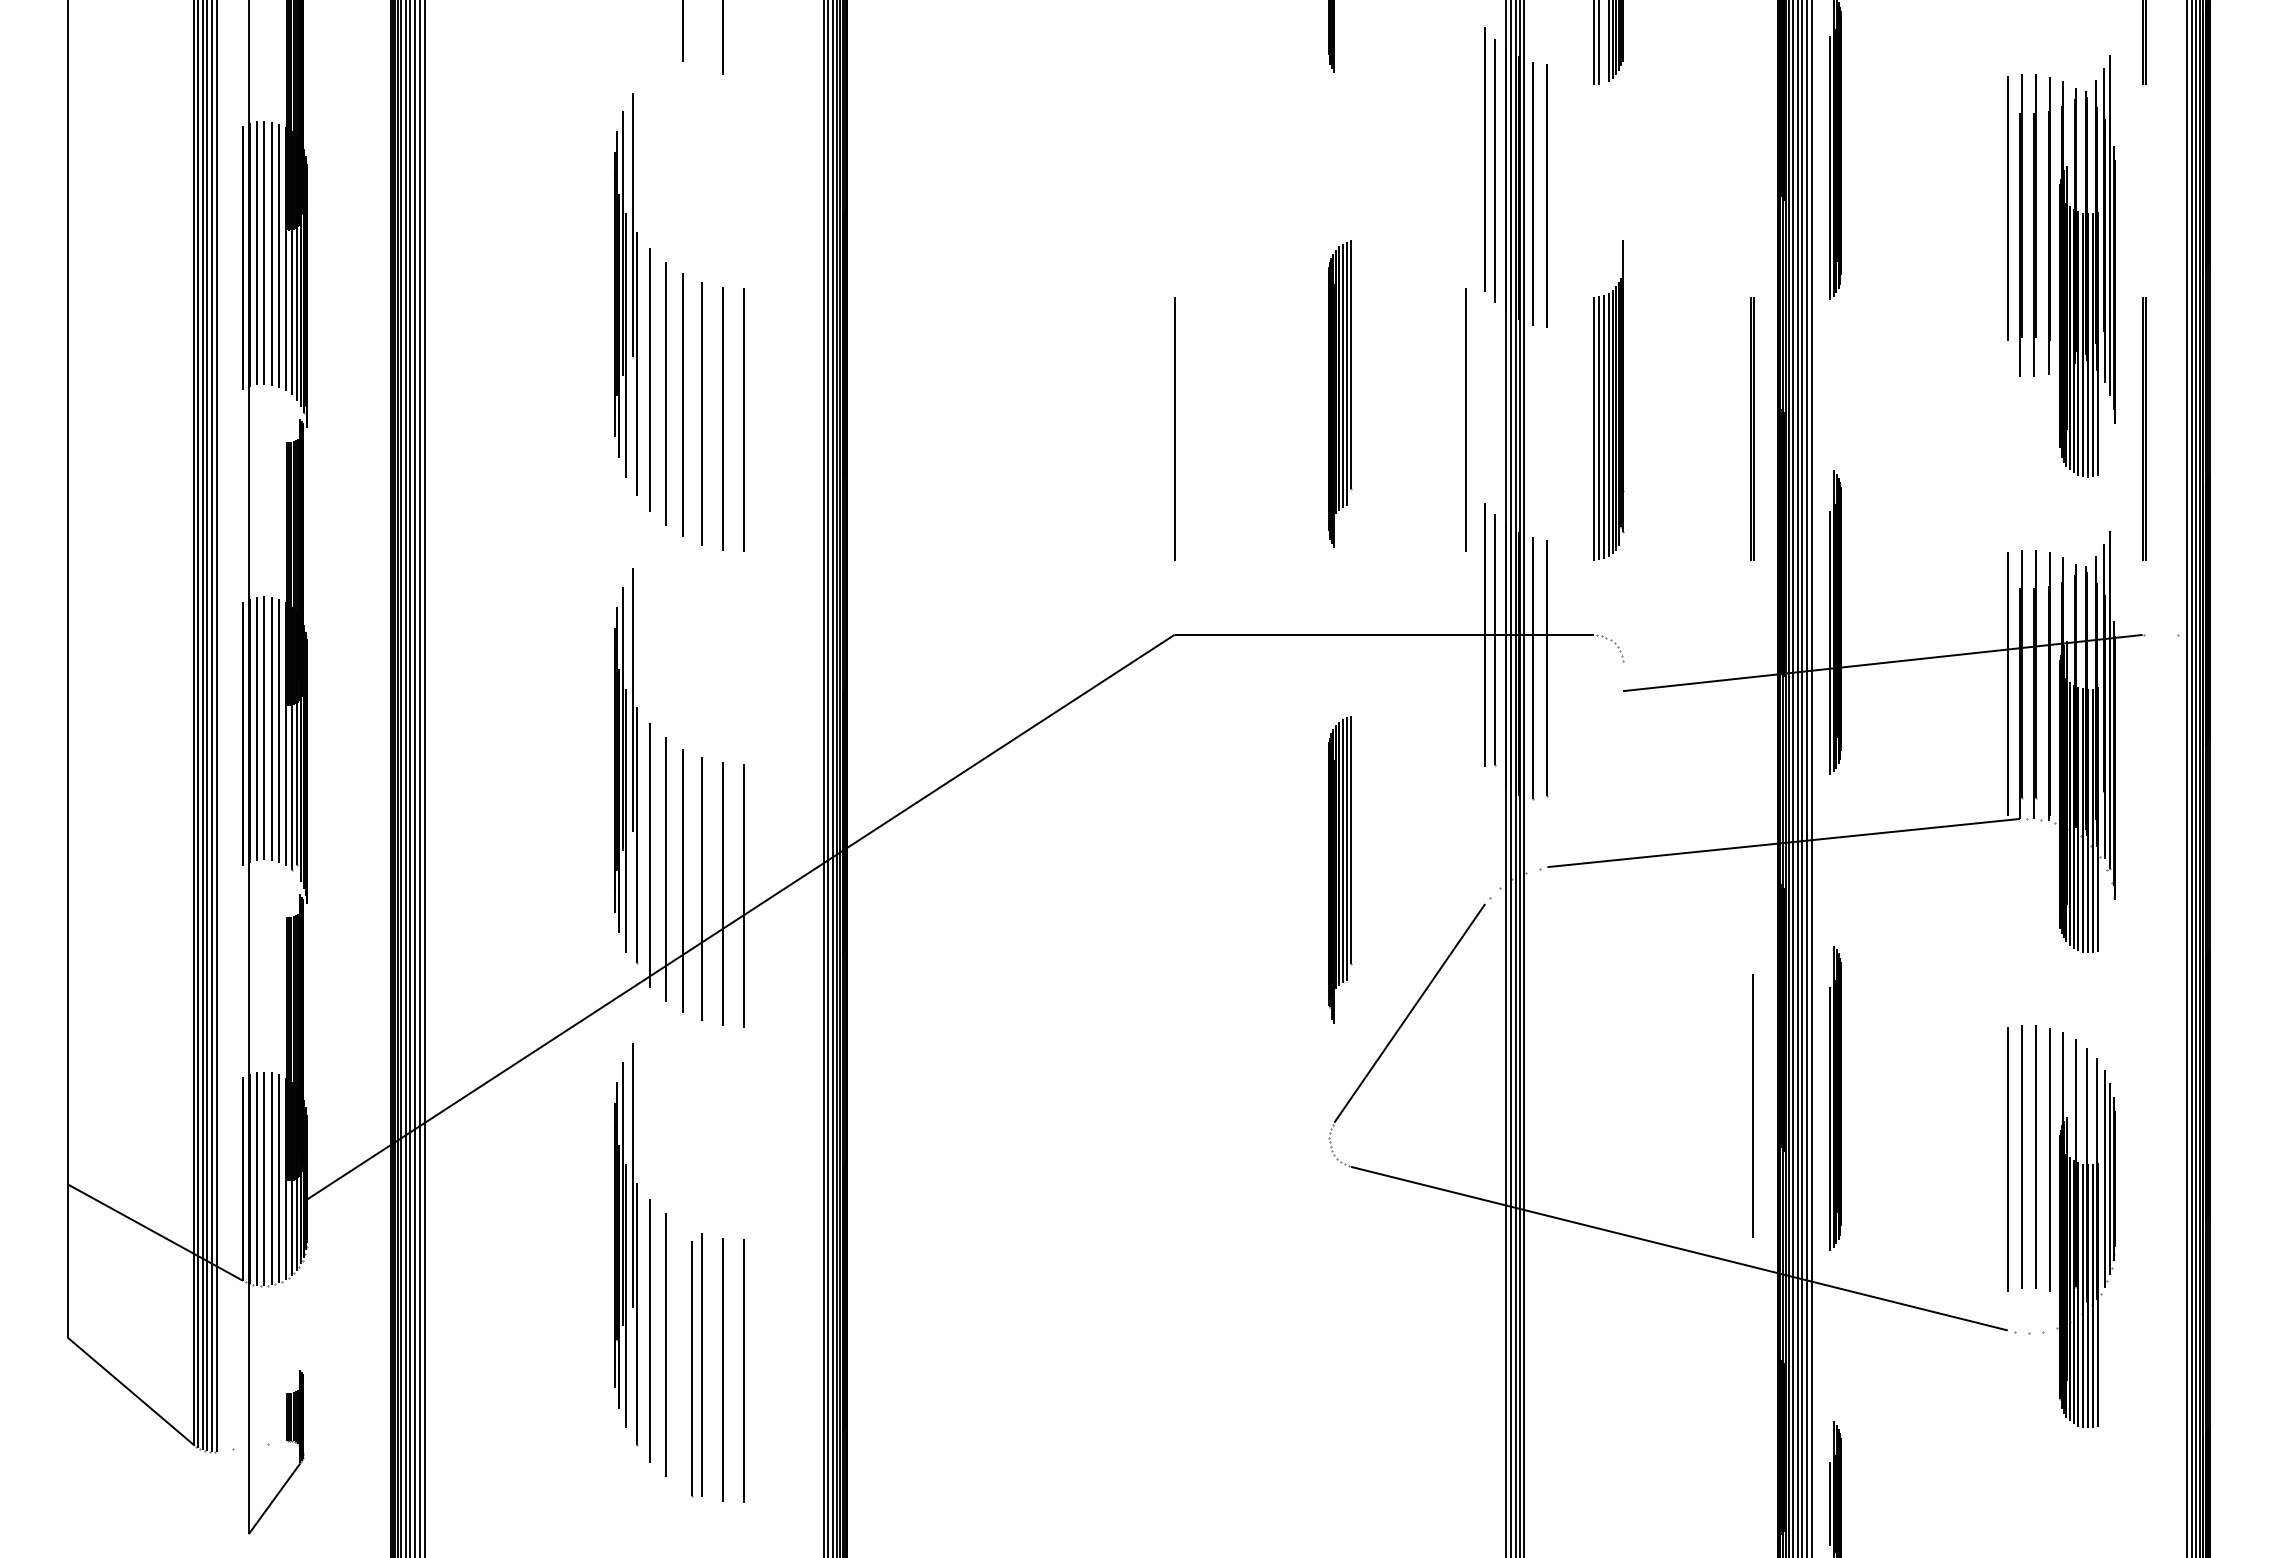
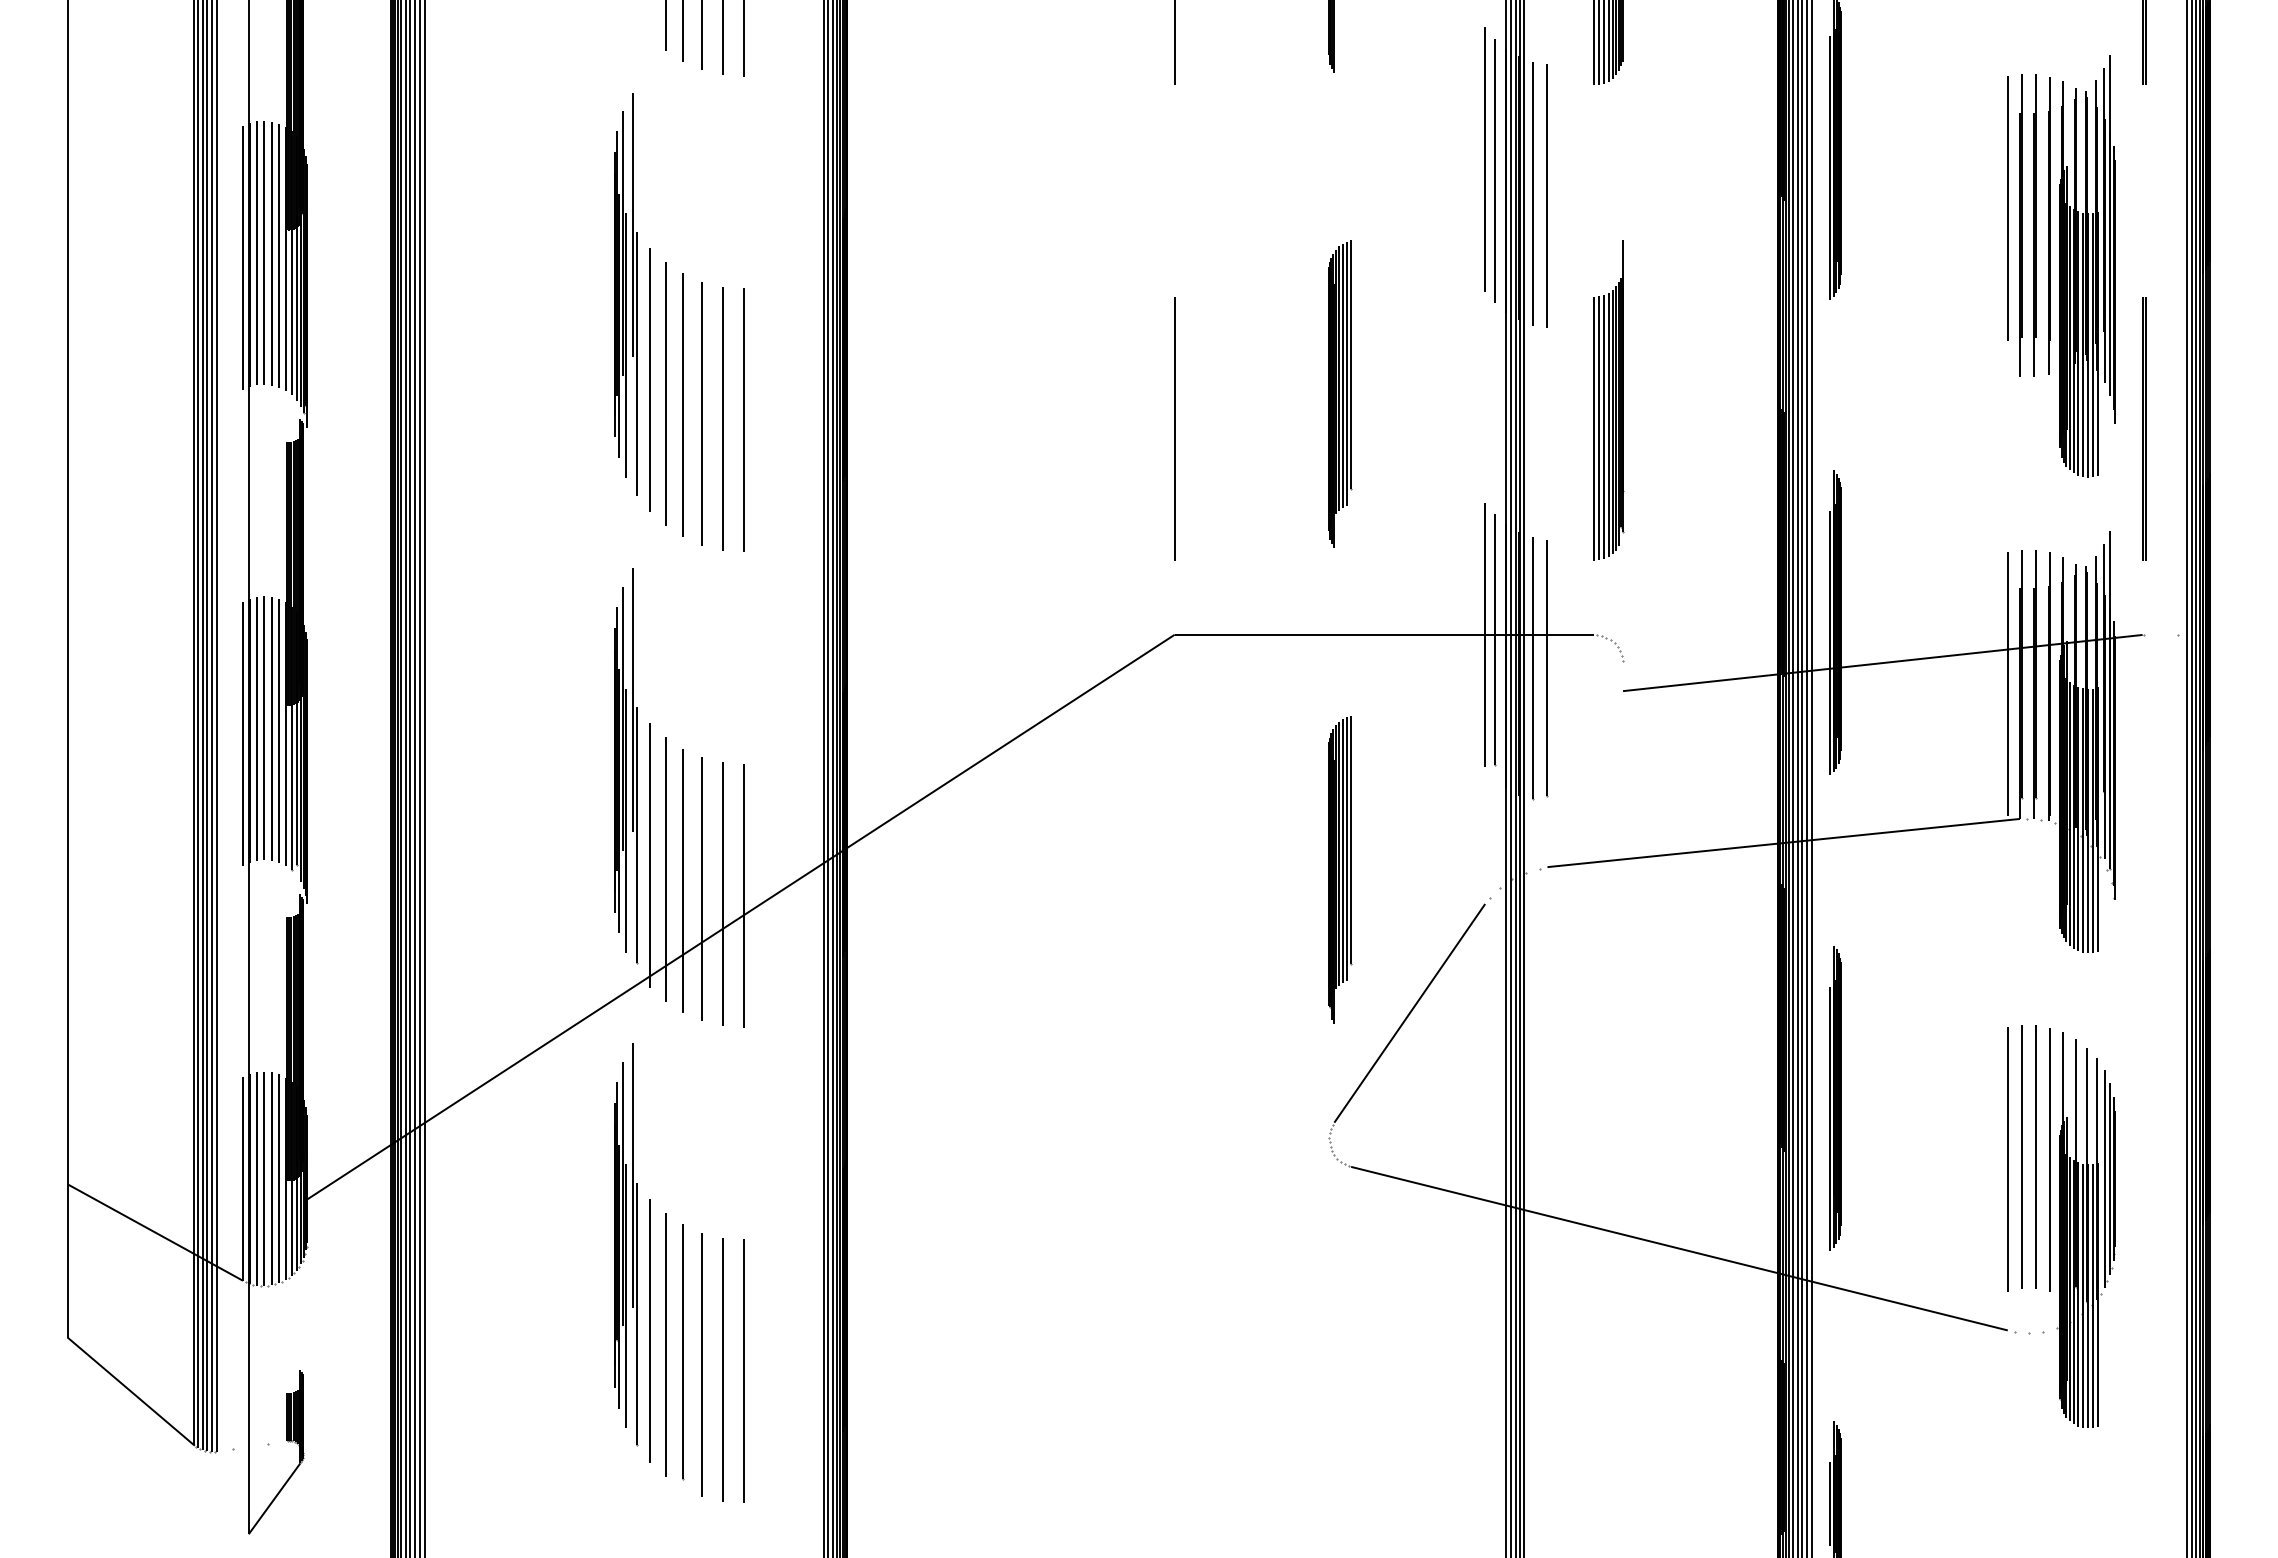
line at (665, 26): none -> present
line at (702, 36): none -> present
line at (743, 39): none -> present
line at (1604, 42): none -> present
line at (1174, 43): none -> present
line at (1465, 419): present -> none
line at (1751, 428): present -> none
line at (1752, 1105): present -> none
line at (692, 1369) position: (692, 1369) -> (683, 1352)
